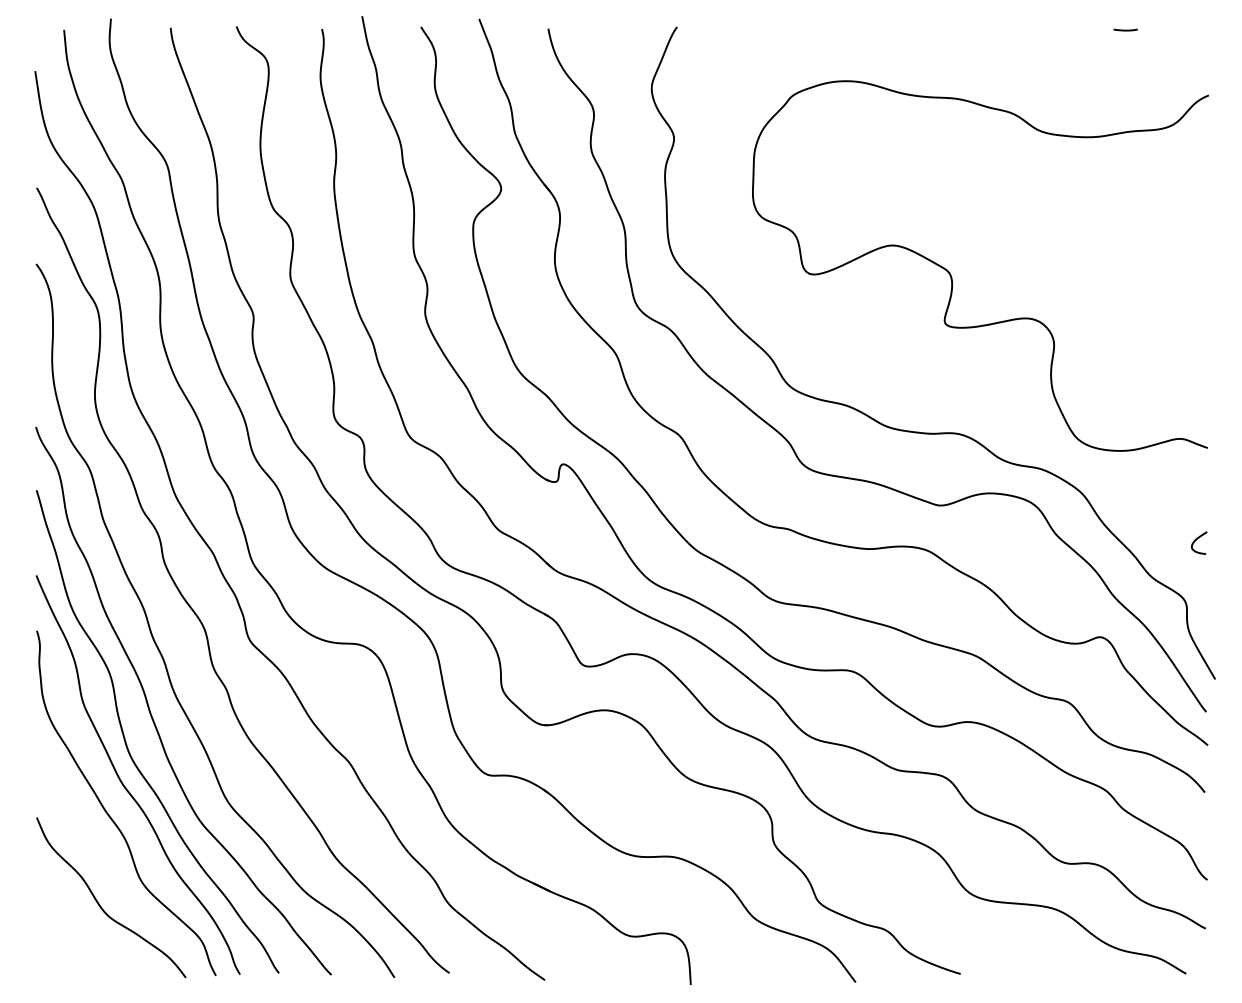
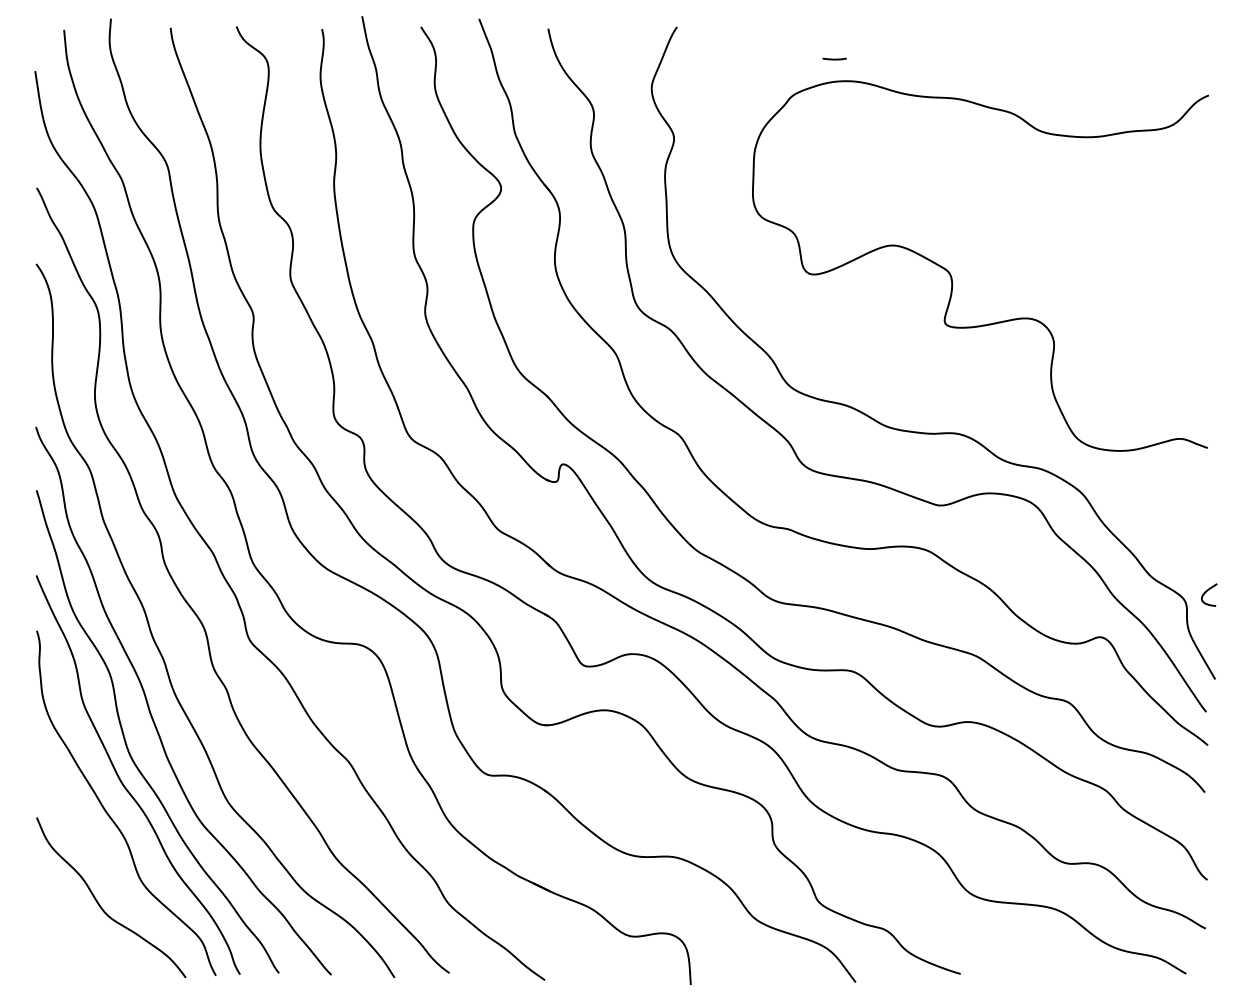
line at (1125, 29) position: (1125, 29) -> (834, 58)
curve at (1197, 539) position: (1197, 539) -> (1207, 591)
